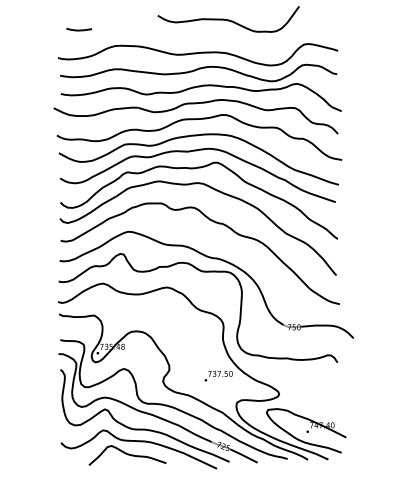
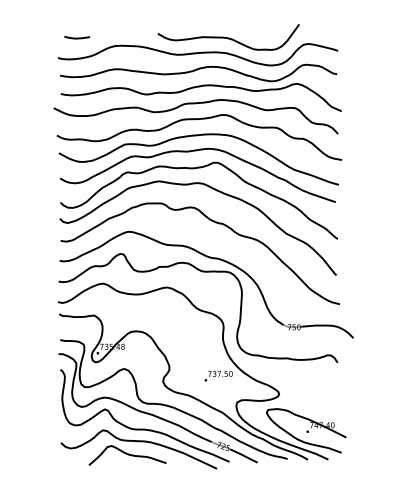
curve at (228, 19) position: (228, 19) -> (228, 37)
line at (79, 29) position: (79, 29) -> (77, 37)
